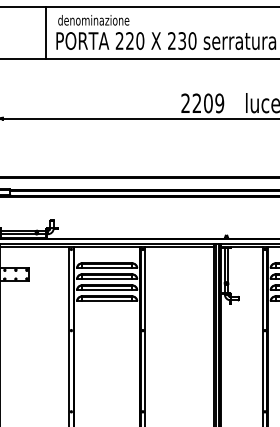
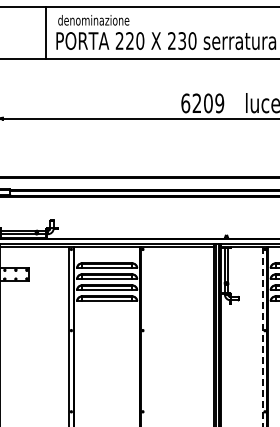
text at (185, 103): 2209 -> 6209
line at (145, 334): present -> none
line at (262, 336): solid -> dashed
